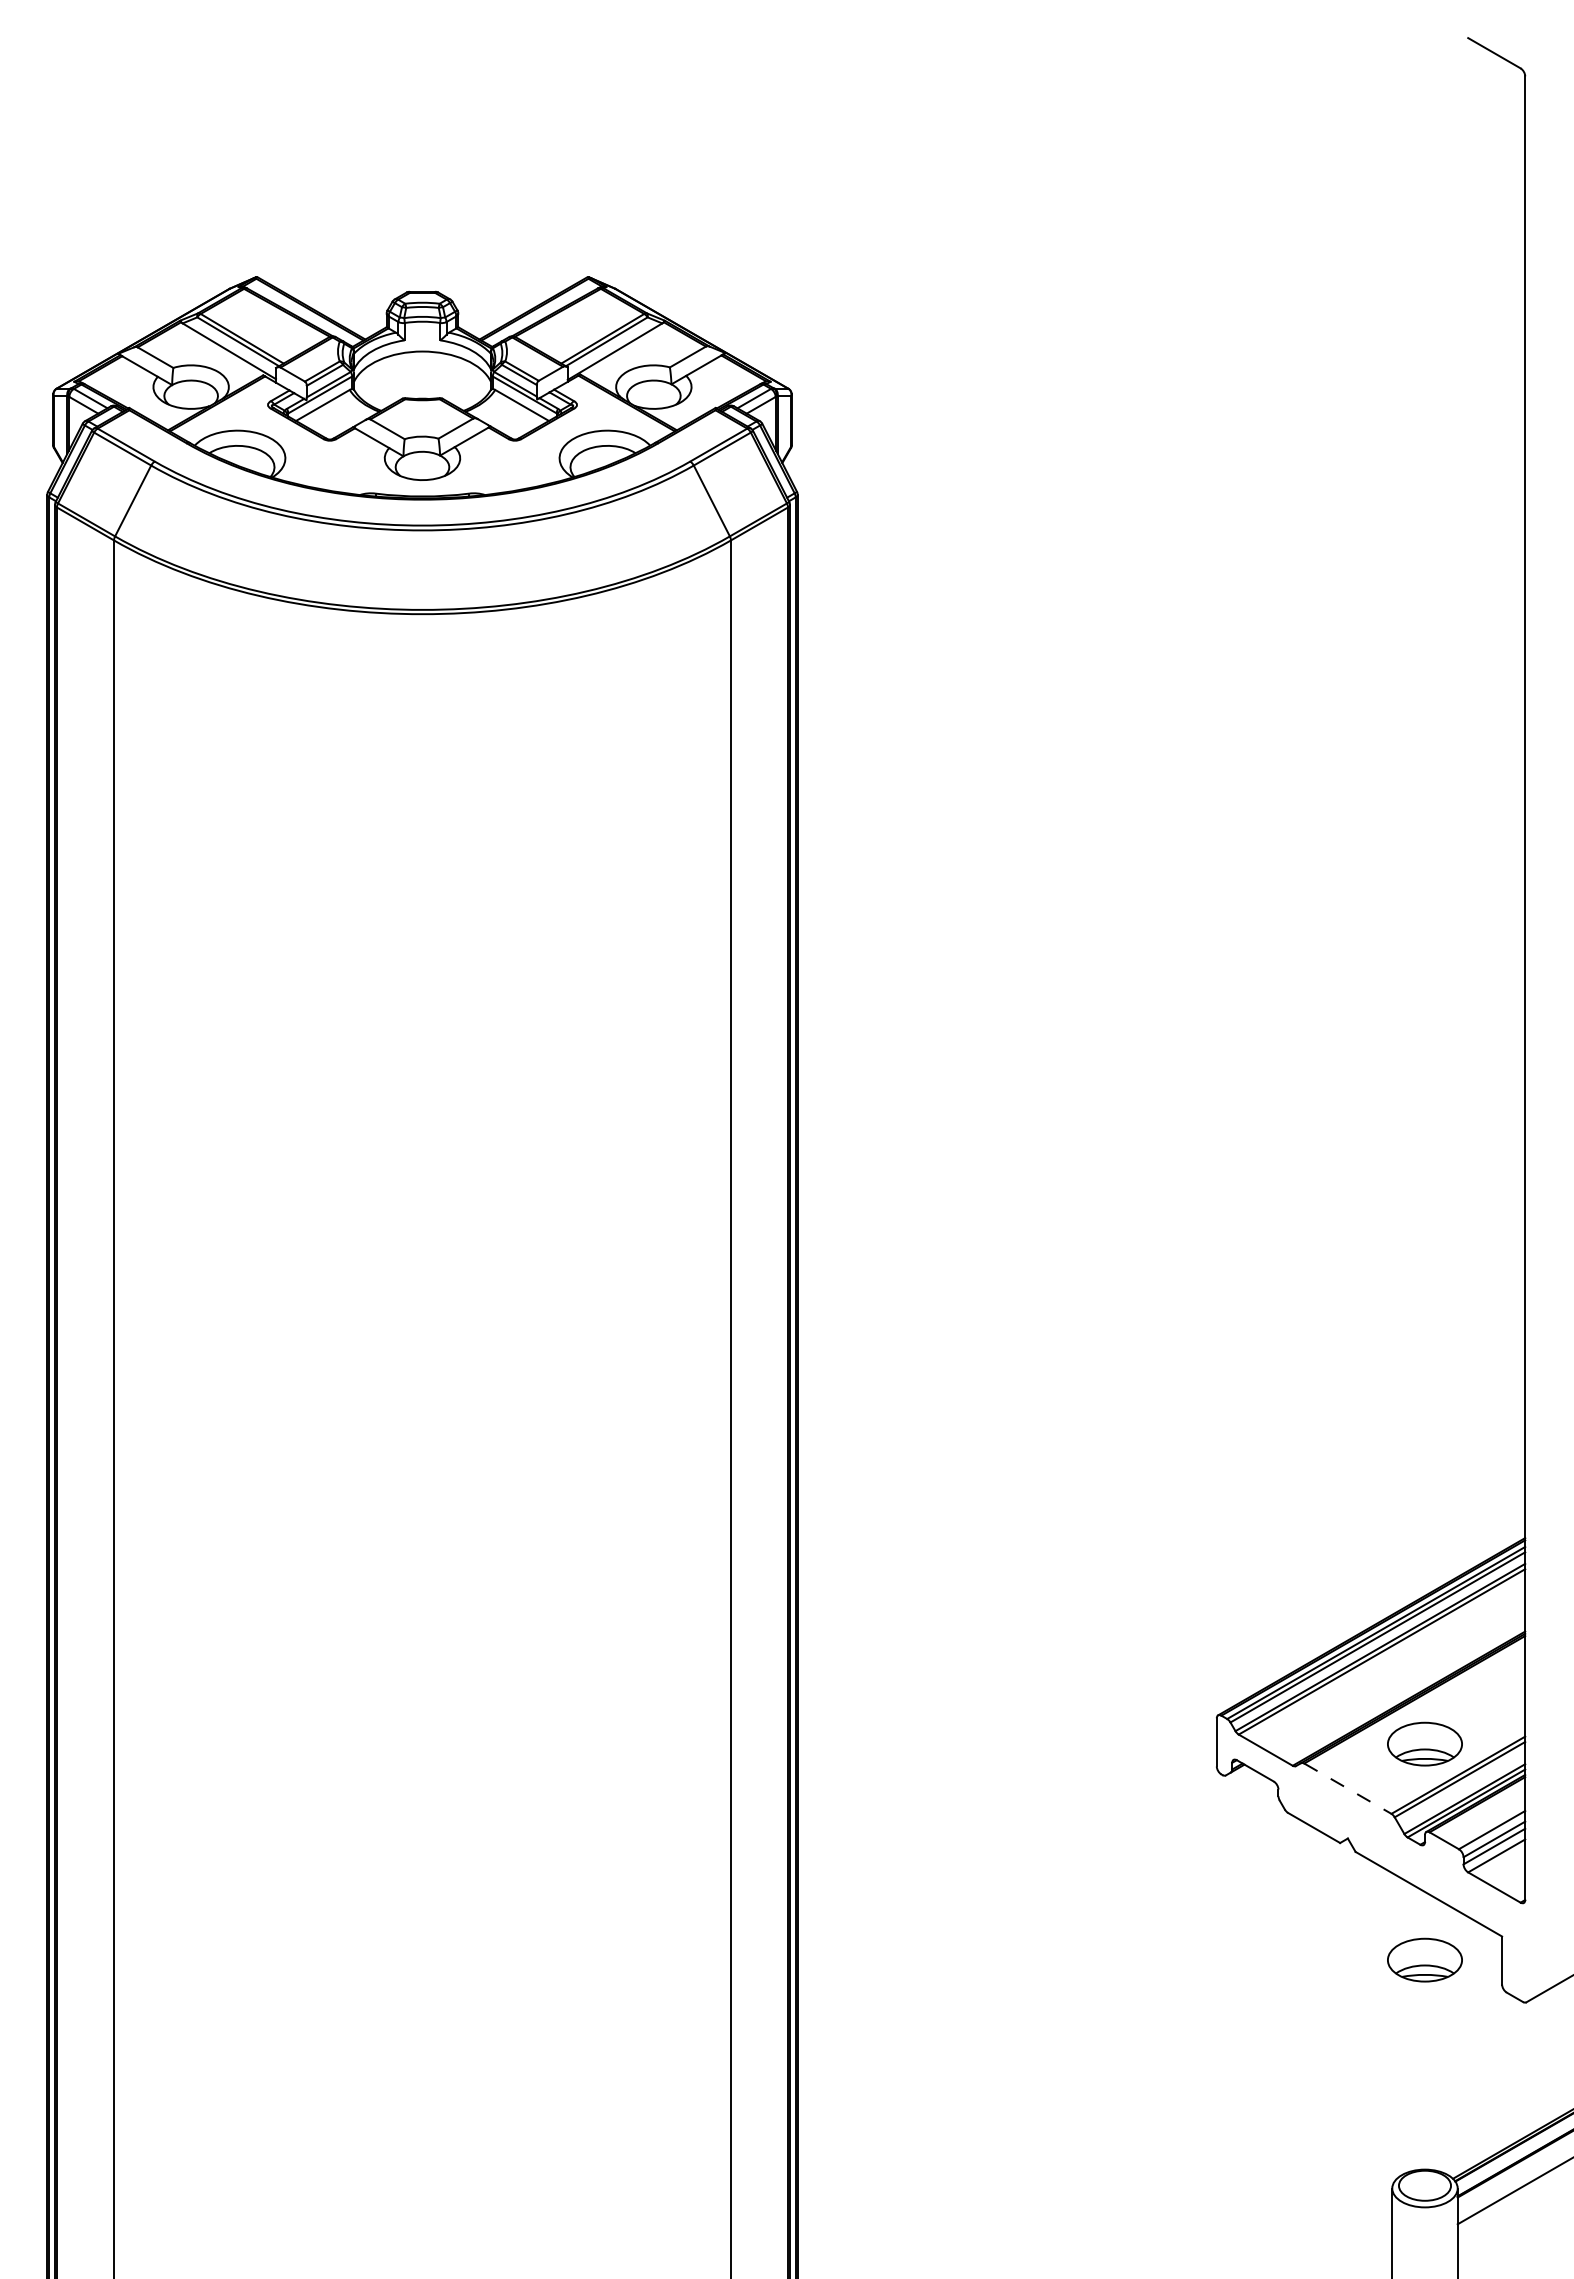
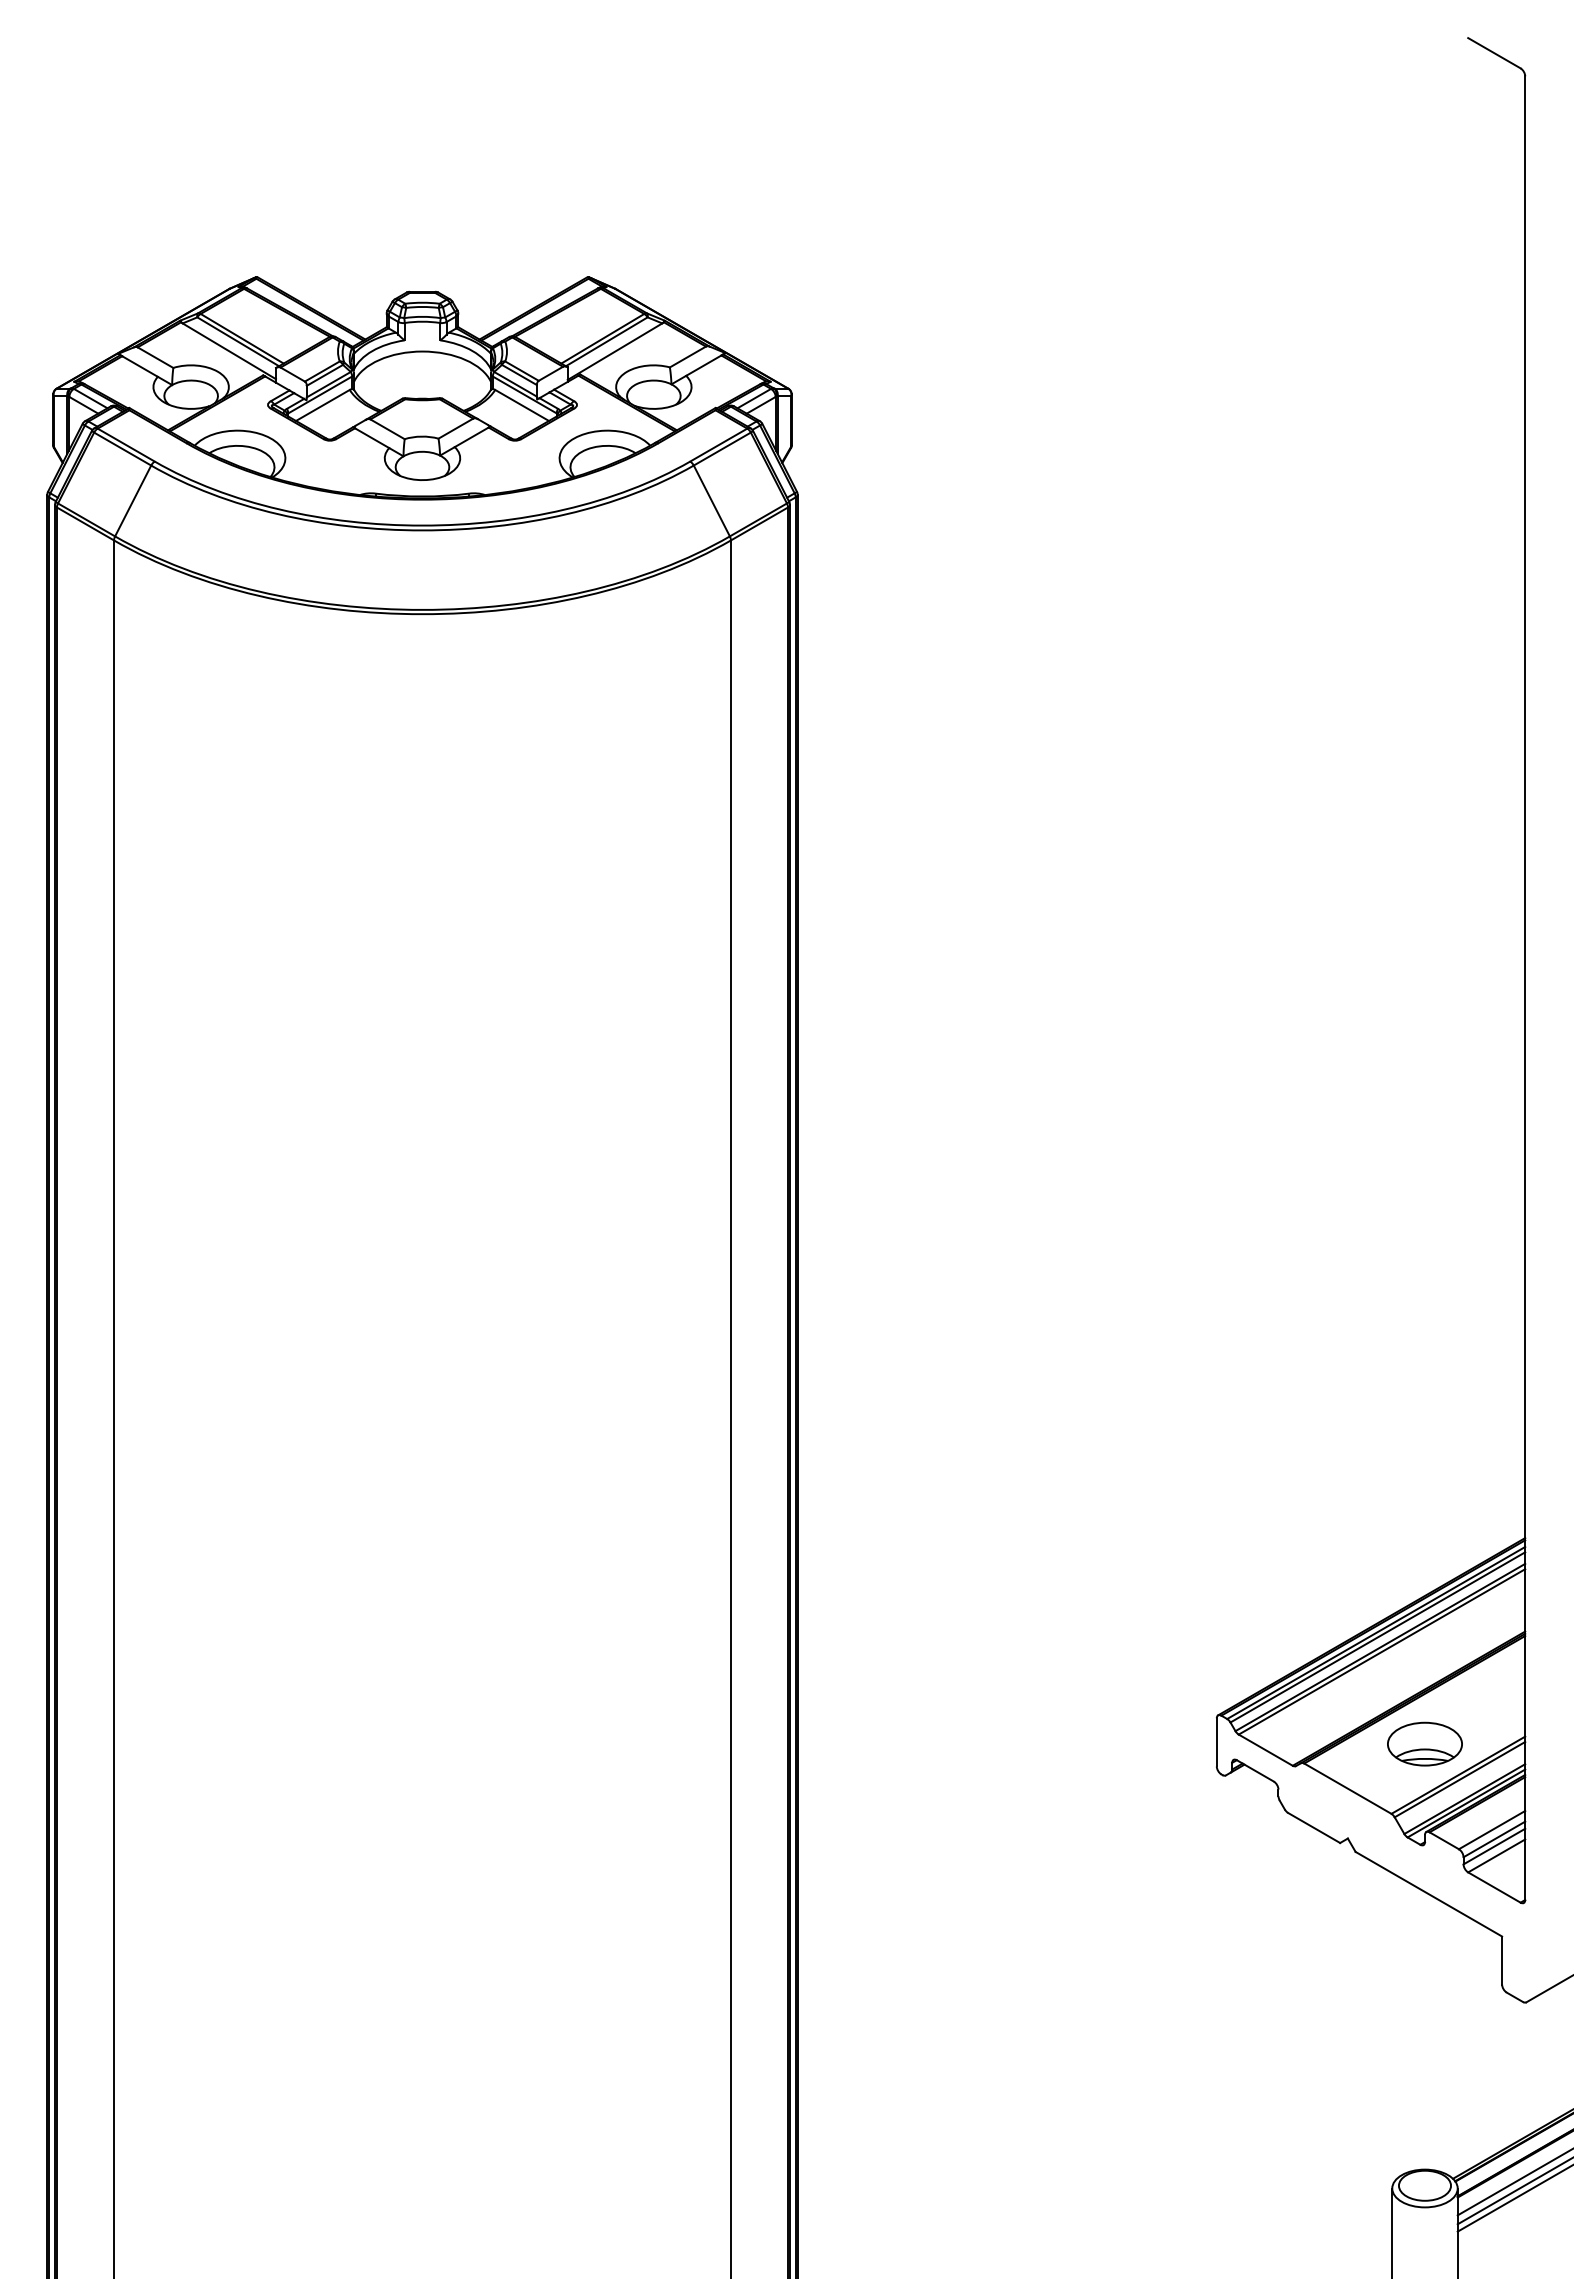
line at (1348, 1788): dashed -> solid
part at (1424, 1959): present -> none
line at (1513, 2182): none -> present
line at (1513, 2198): none -> present
